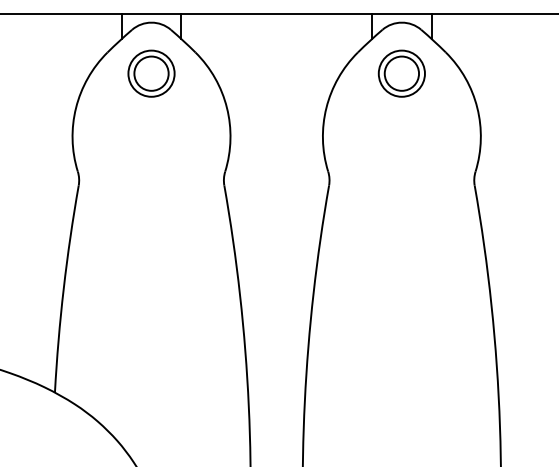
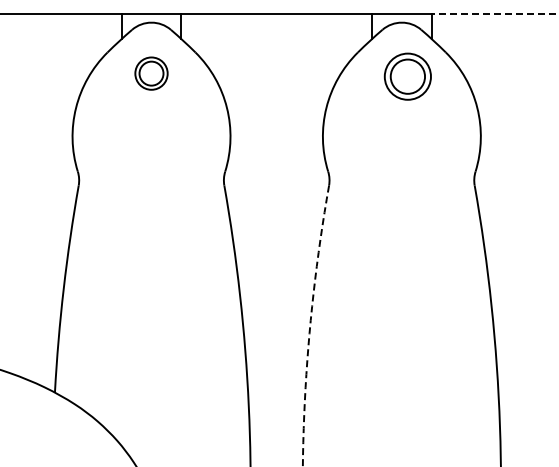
line at (494, 14): solid -> dashed
part at (151, 73) size: 49x49 px -> 35x35 px
part at (401, 73) position: (401, 73) -> (407, 76)
arc at (310, 326): solid -> dashed
